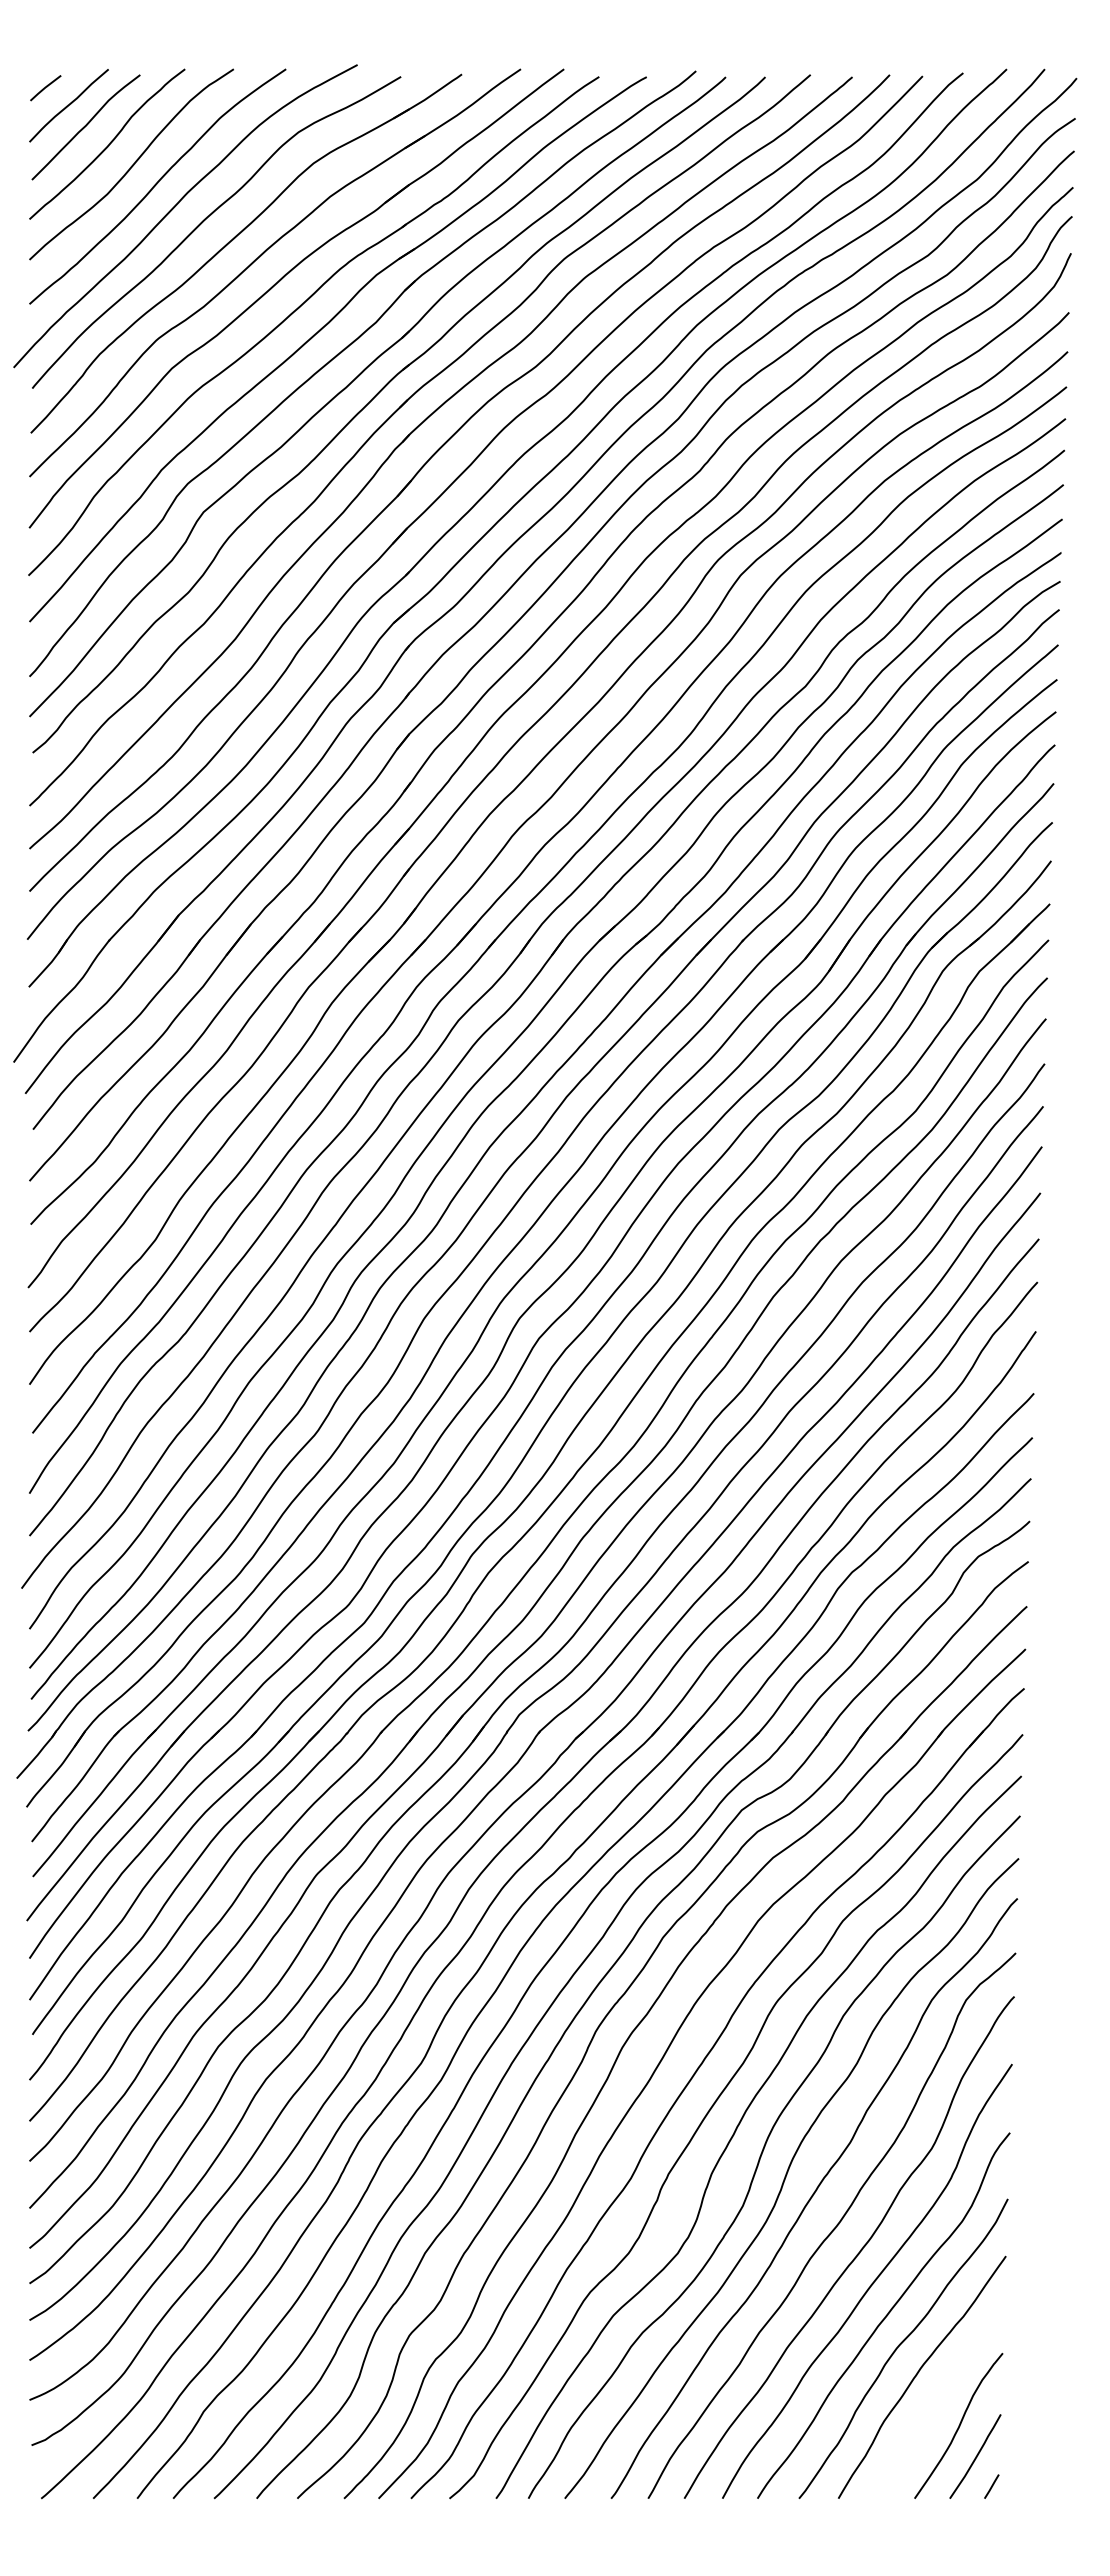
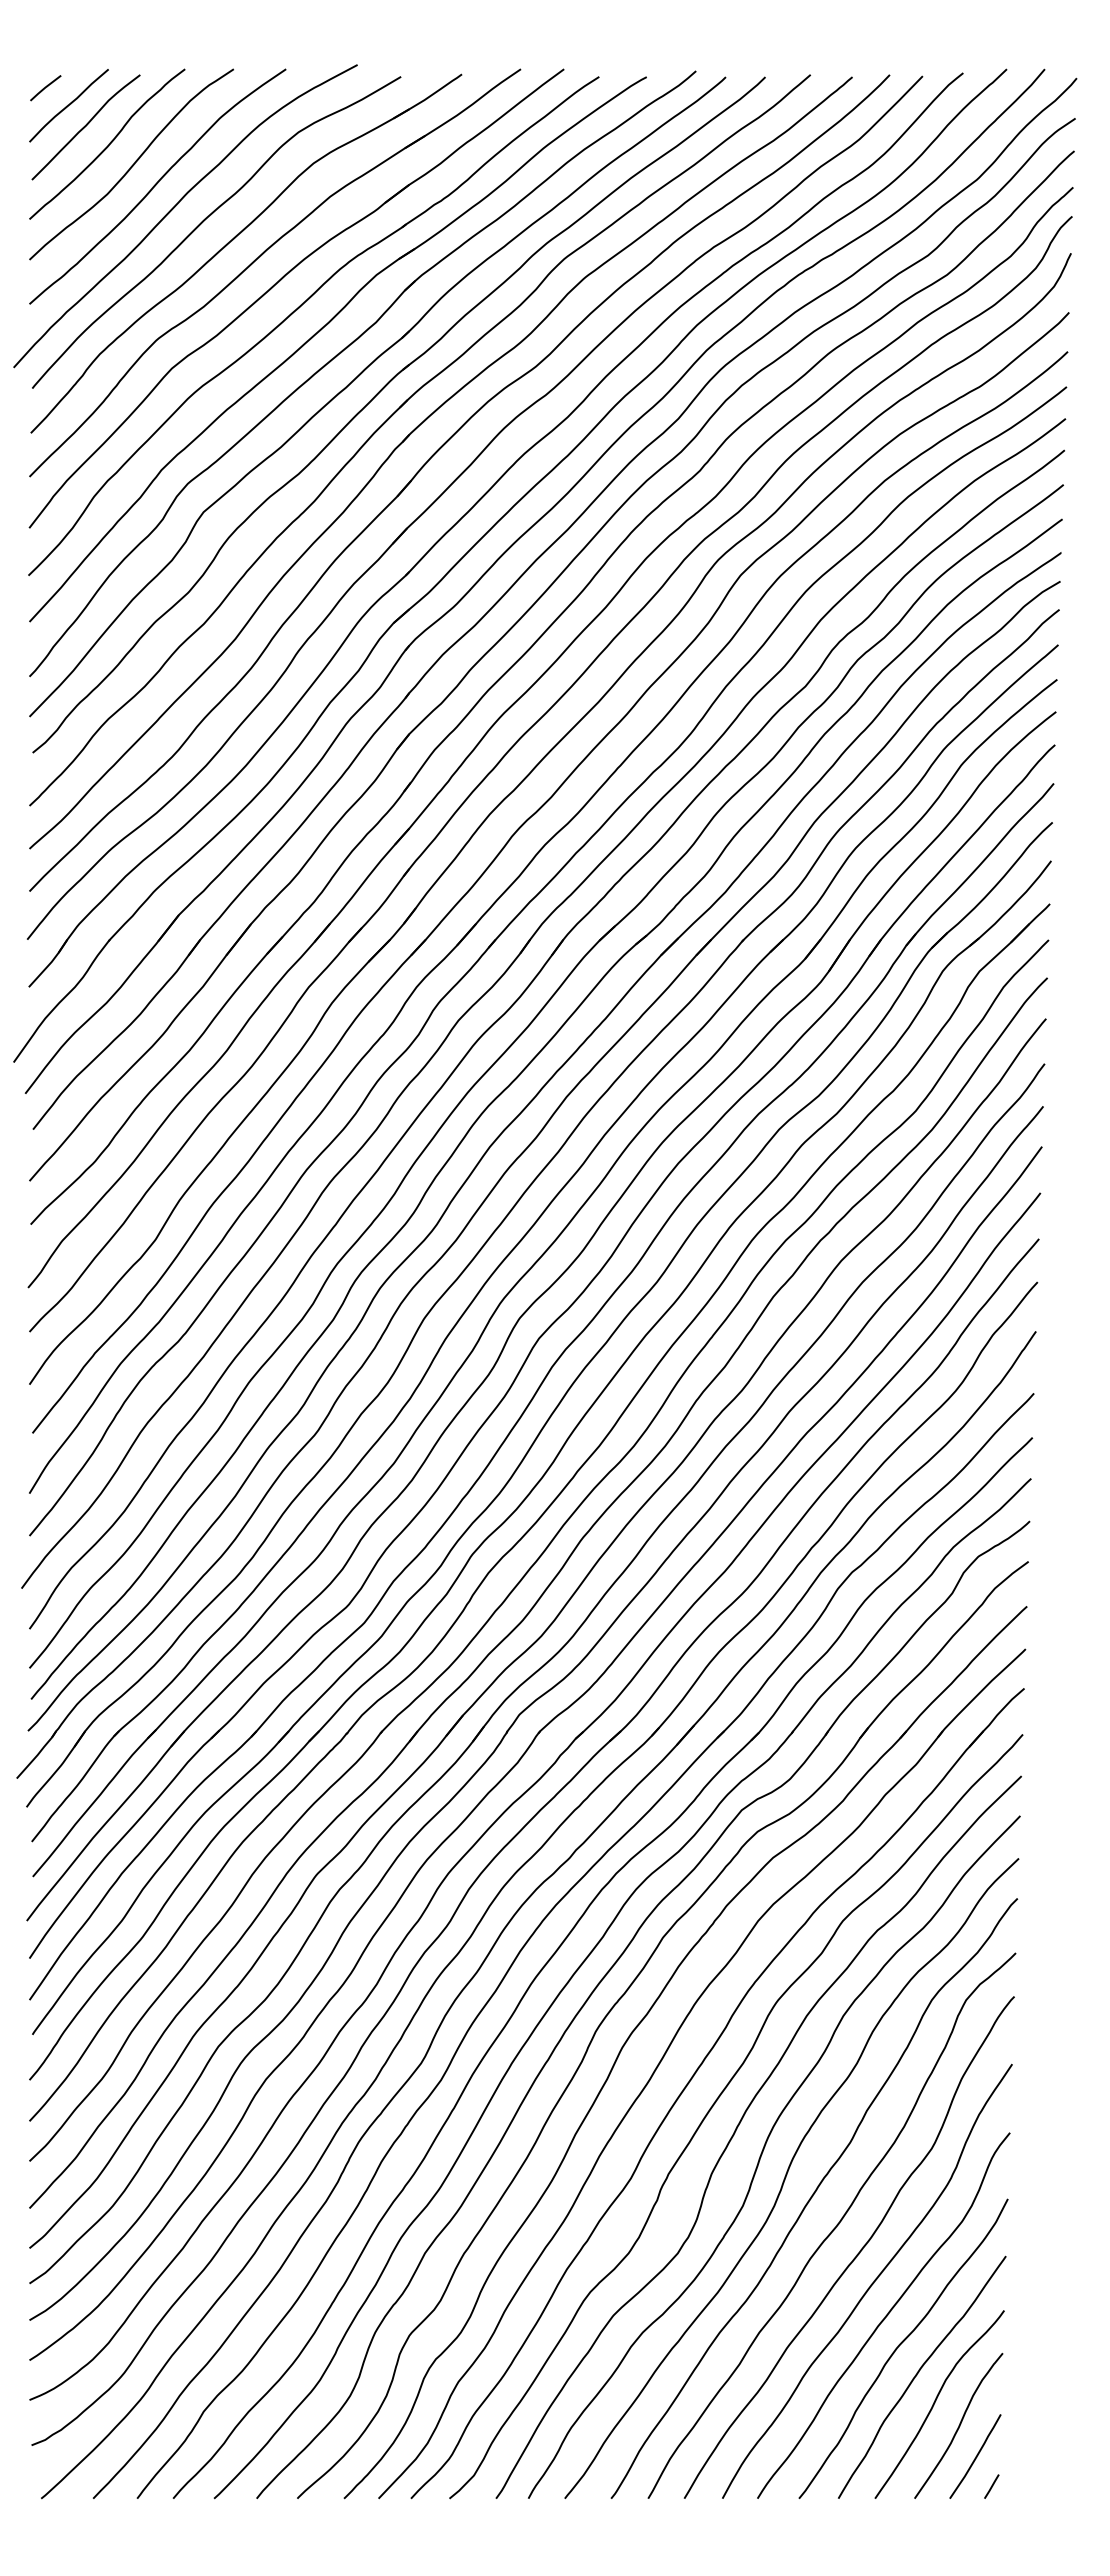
curve at (935, 2403): none -> present
